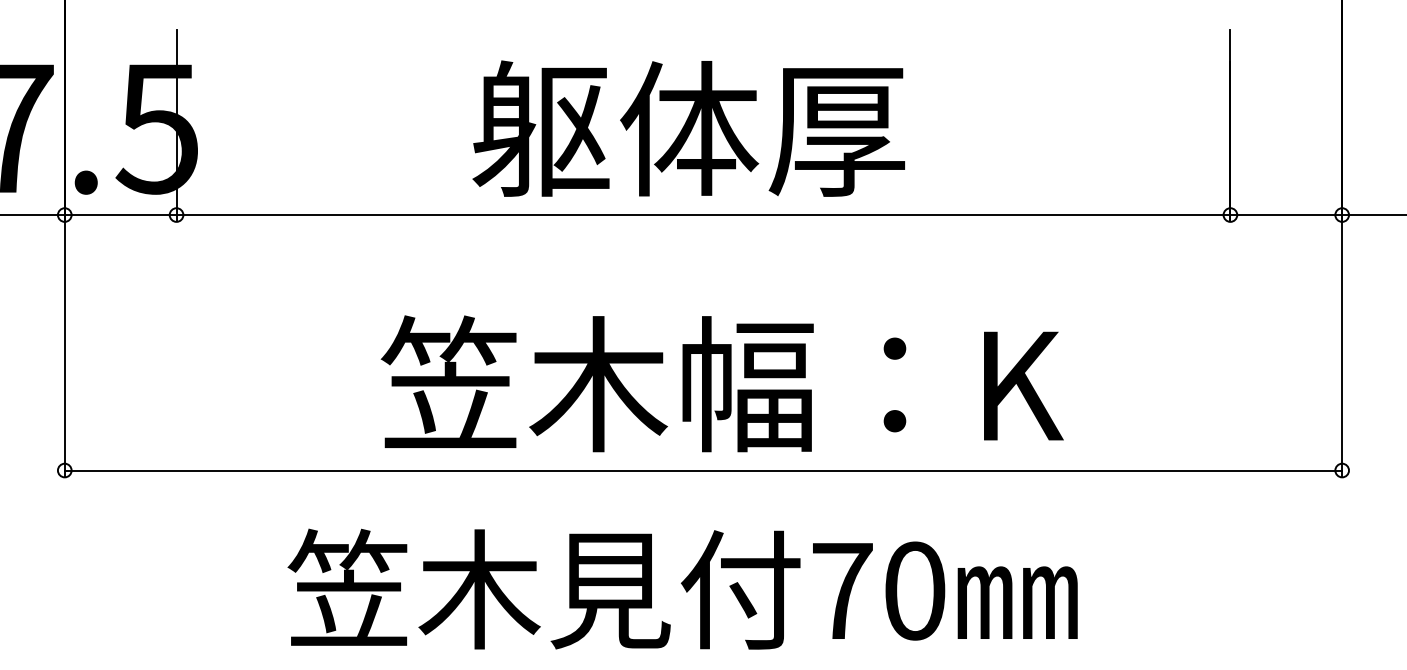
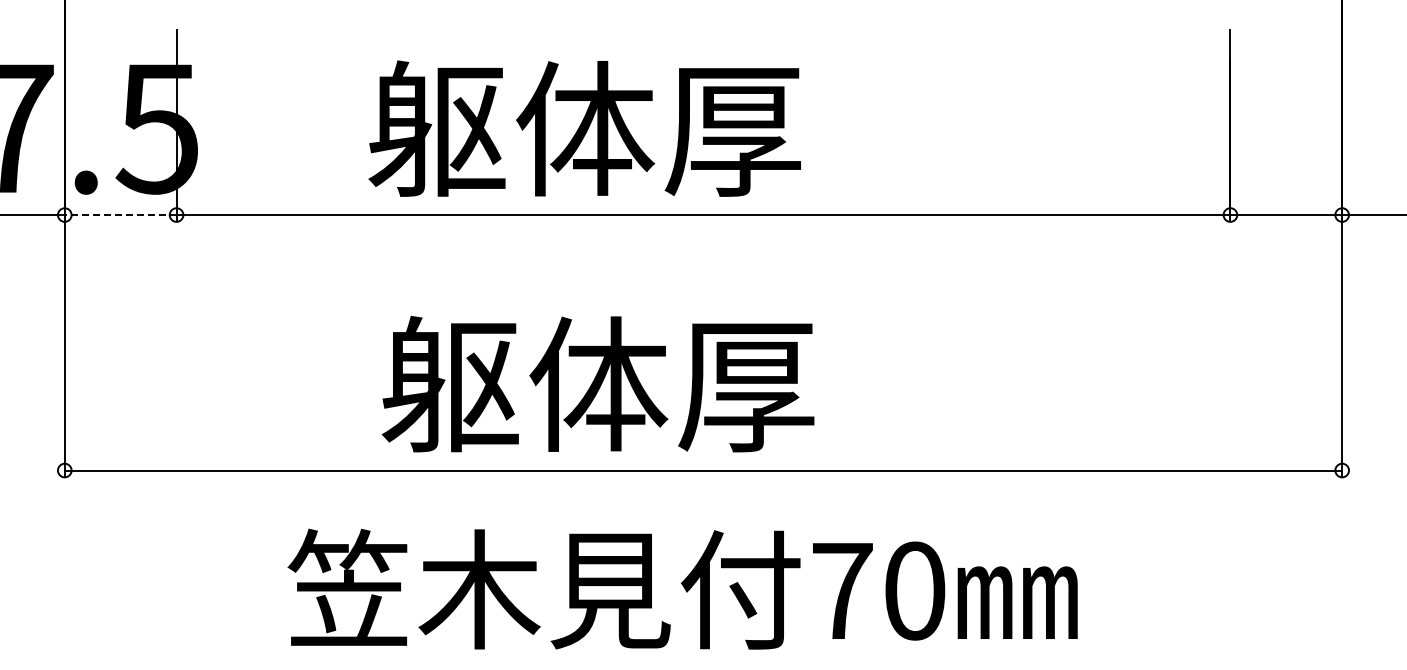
text at (688, 128) position: (688, 128) -> (584, 128)
line at (120, 215): solid -> dashed
text at (721, 383): 笠木幅：K -> 躯体厚
